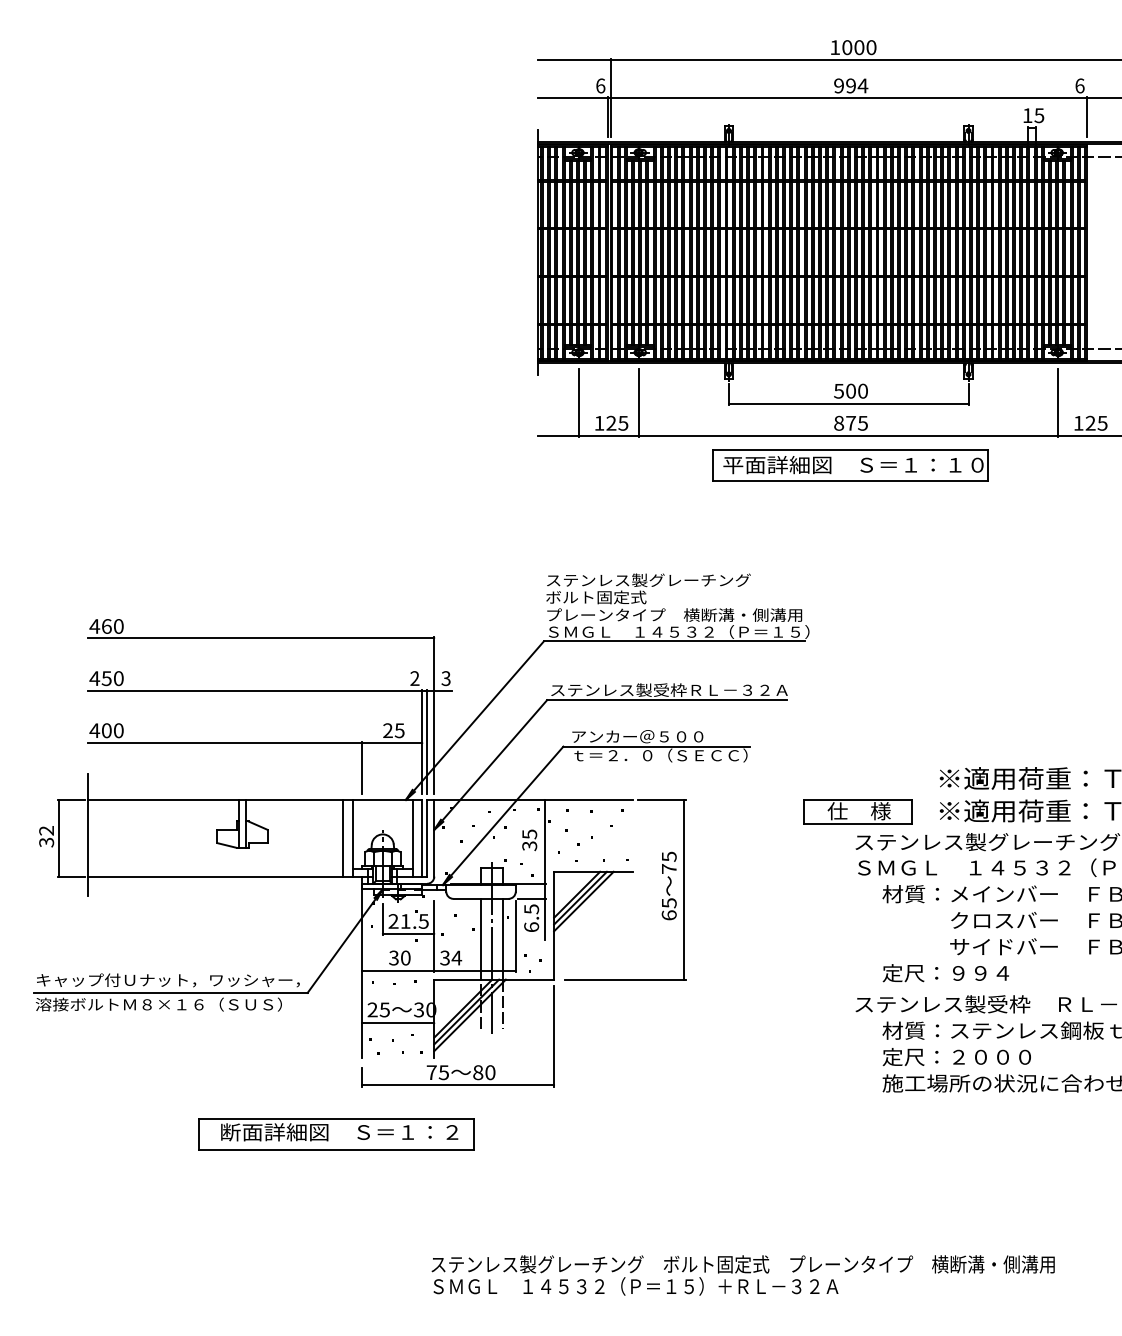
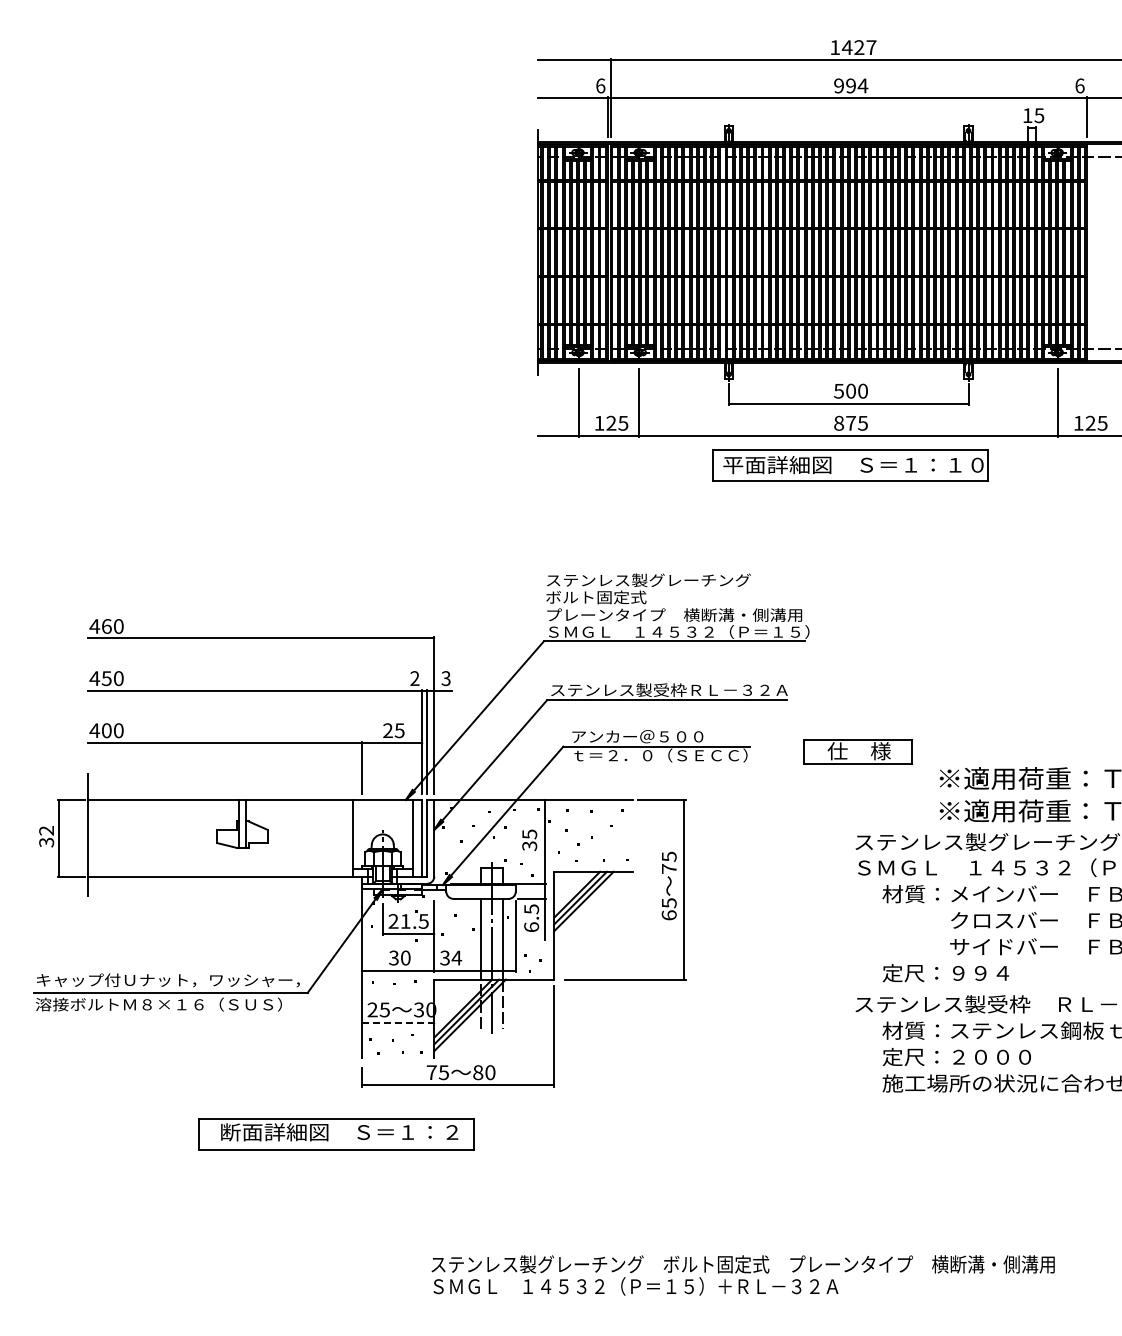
text at (858, 47): 1000 -> 1427
part at (857, 811) position: (857, 811) -> (857, 751)
line at (343, 837): present -> none
line at (398, 1023): solid -> dashed
